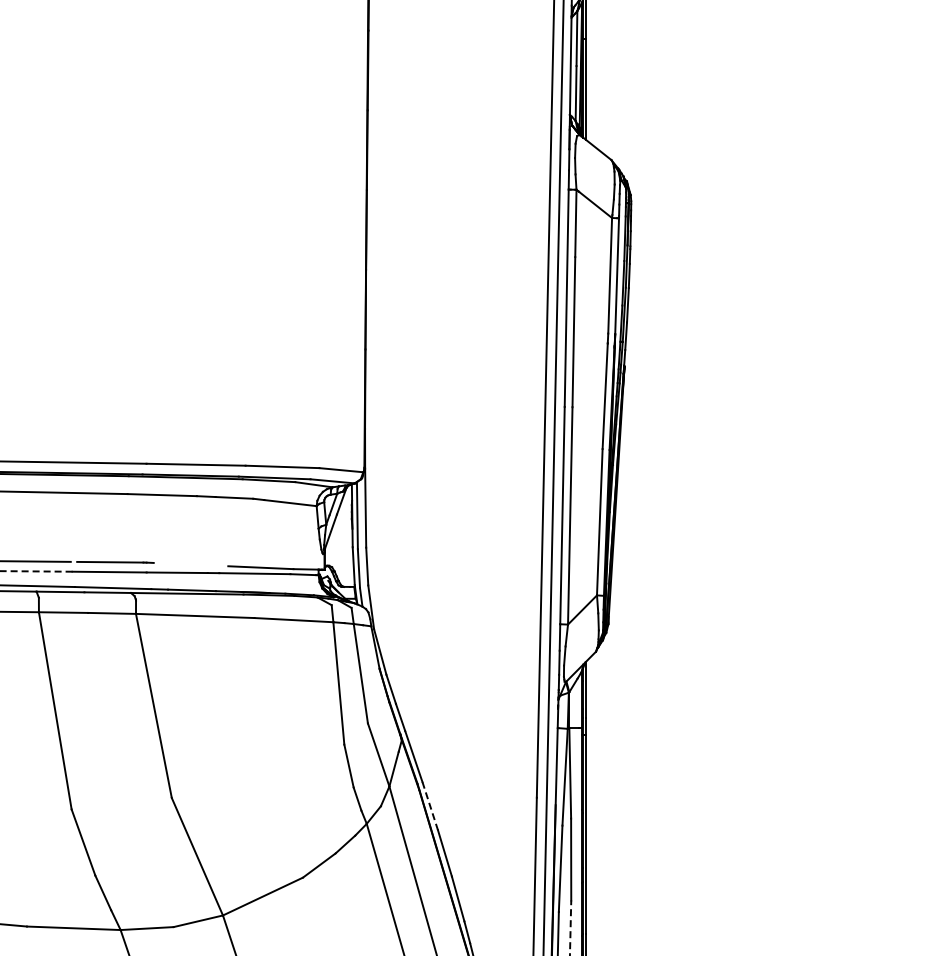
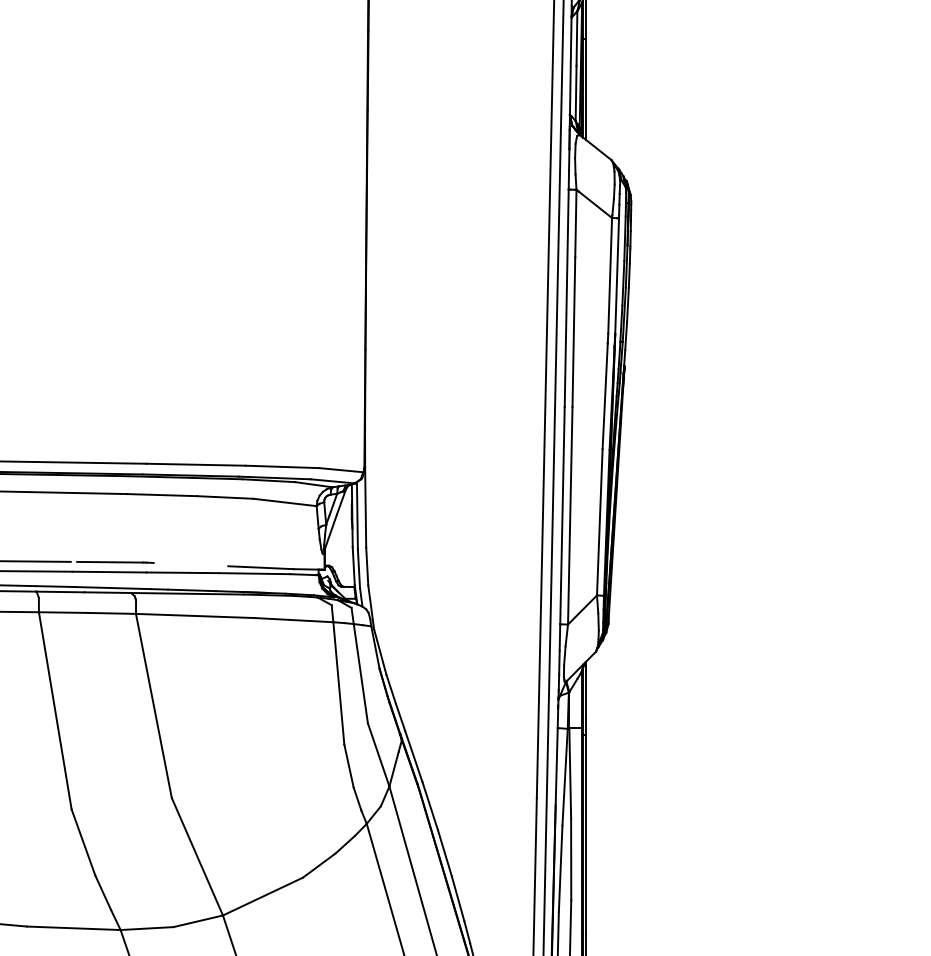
line at (36, 571): dashed -> solid
line at (430, 806): dashed -> solid
line at (570, 927): dashed -> solid
